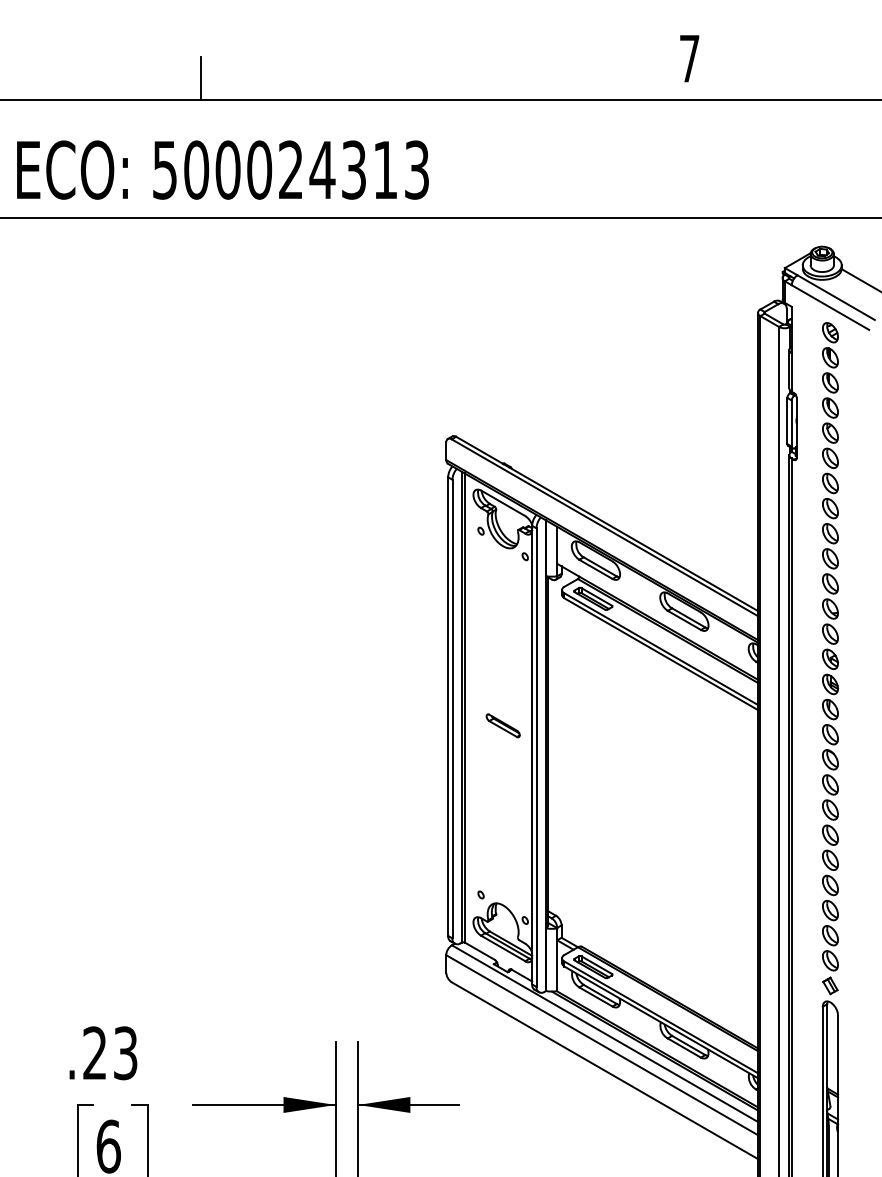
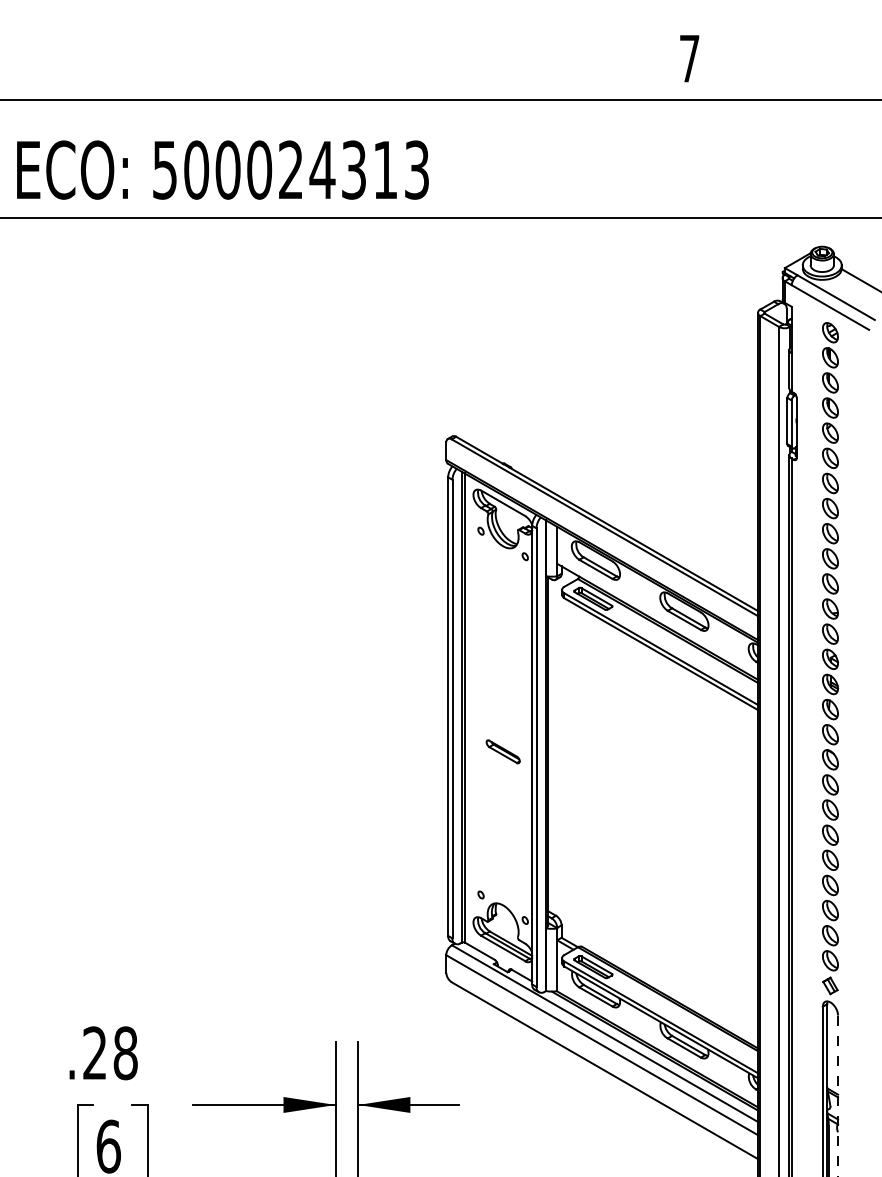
line at (200, 78): present -> none
part at (502, 725) position: (502, 725) -> (502, 751)
text at (125, 1053): .23 -> .28
line at (838, 1096): solid -> dashed
